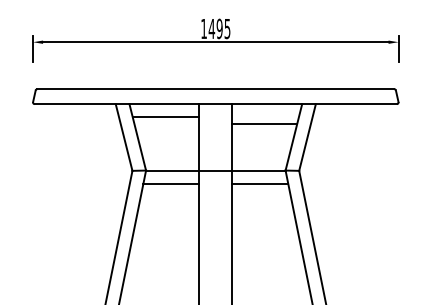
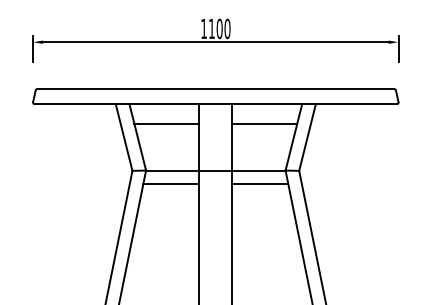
text at (219, 28): 1495 -> 1100
line at (166, 117) position: (166, 117) -> (166, 124)
